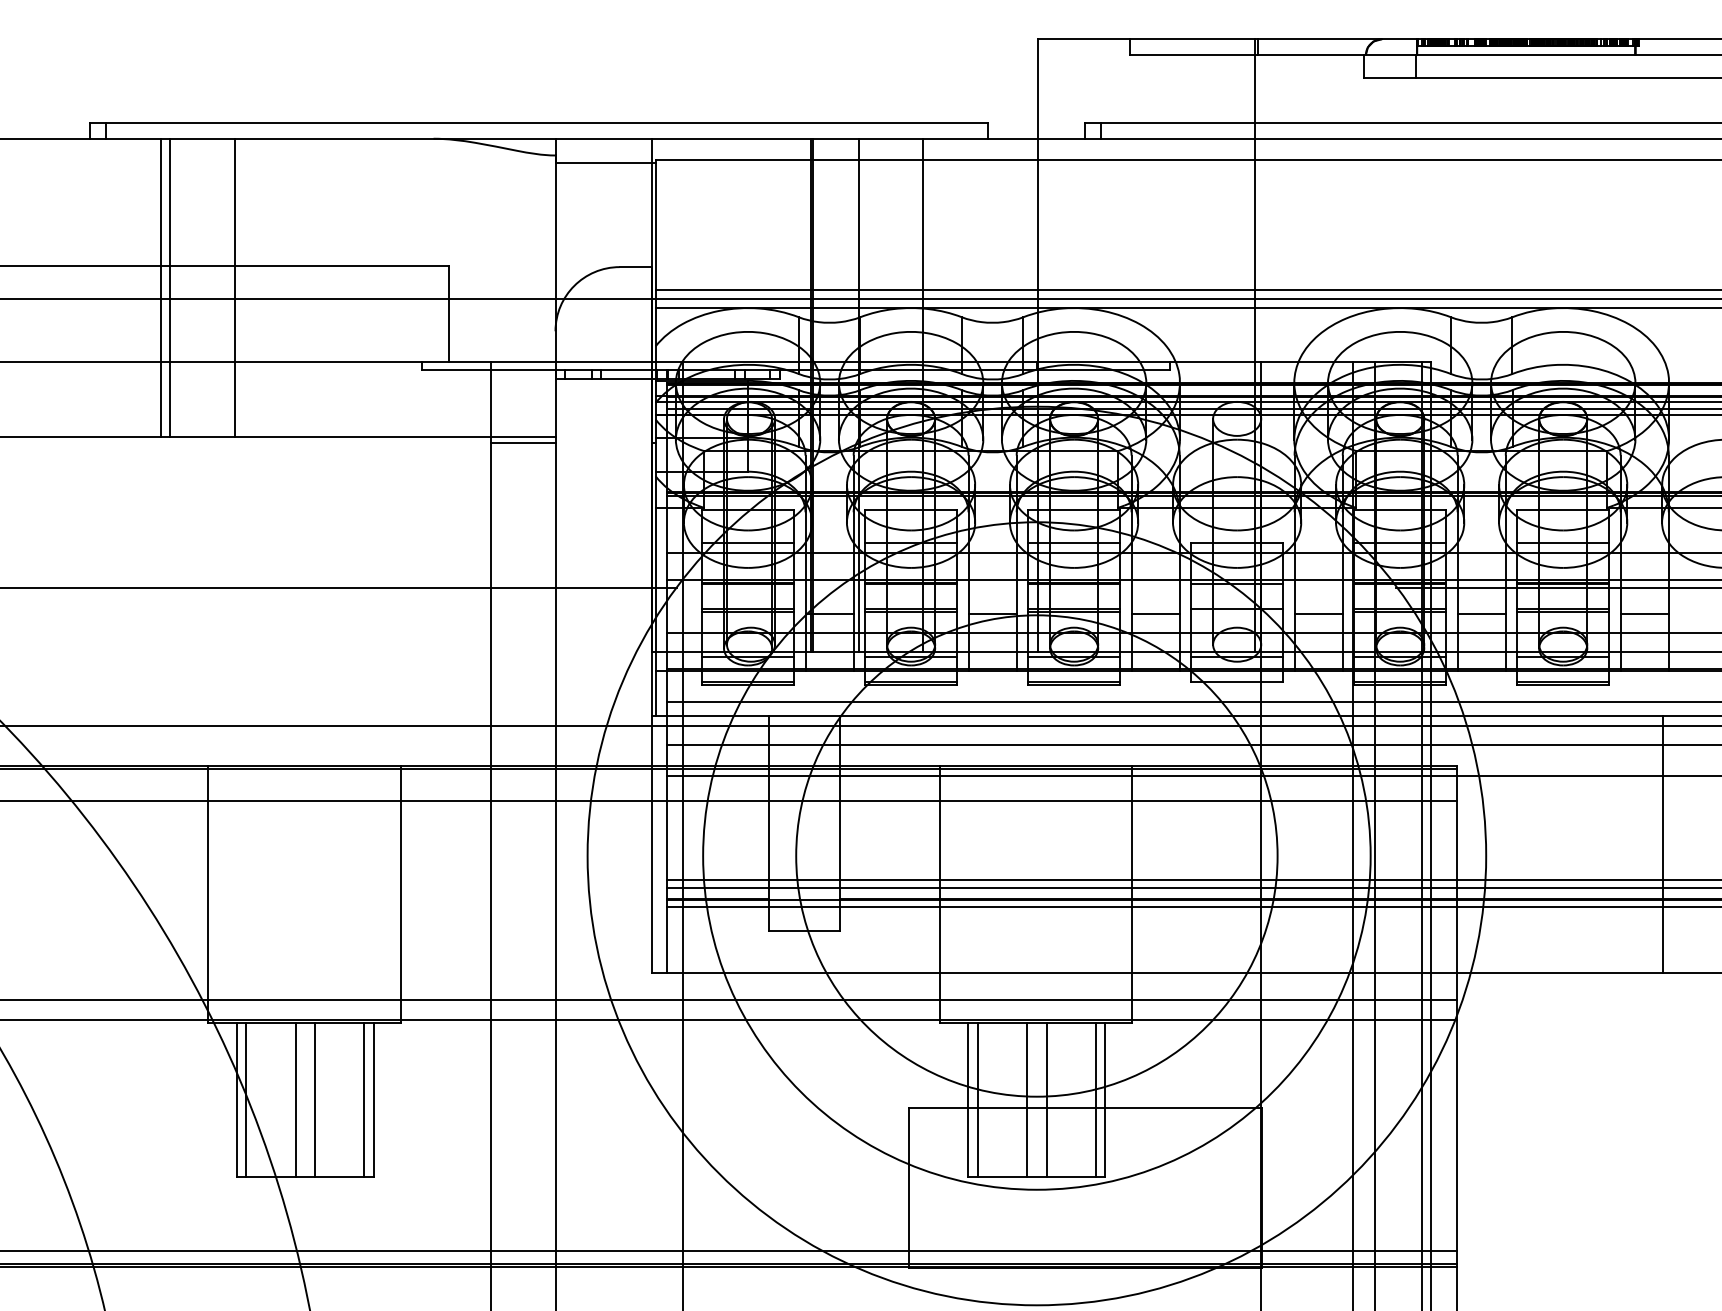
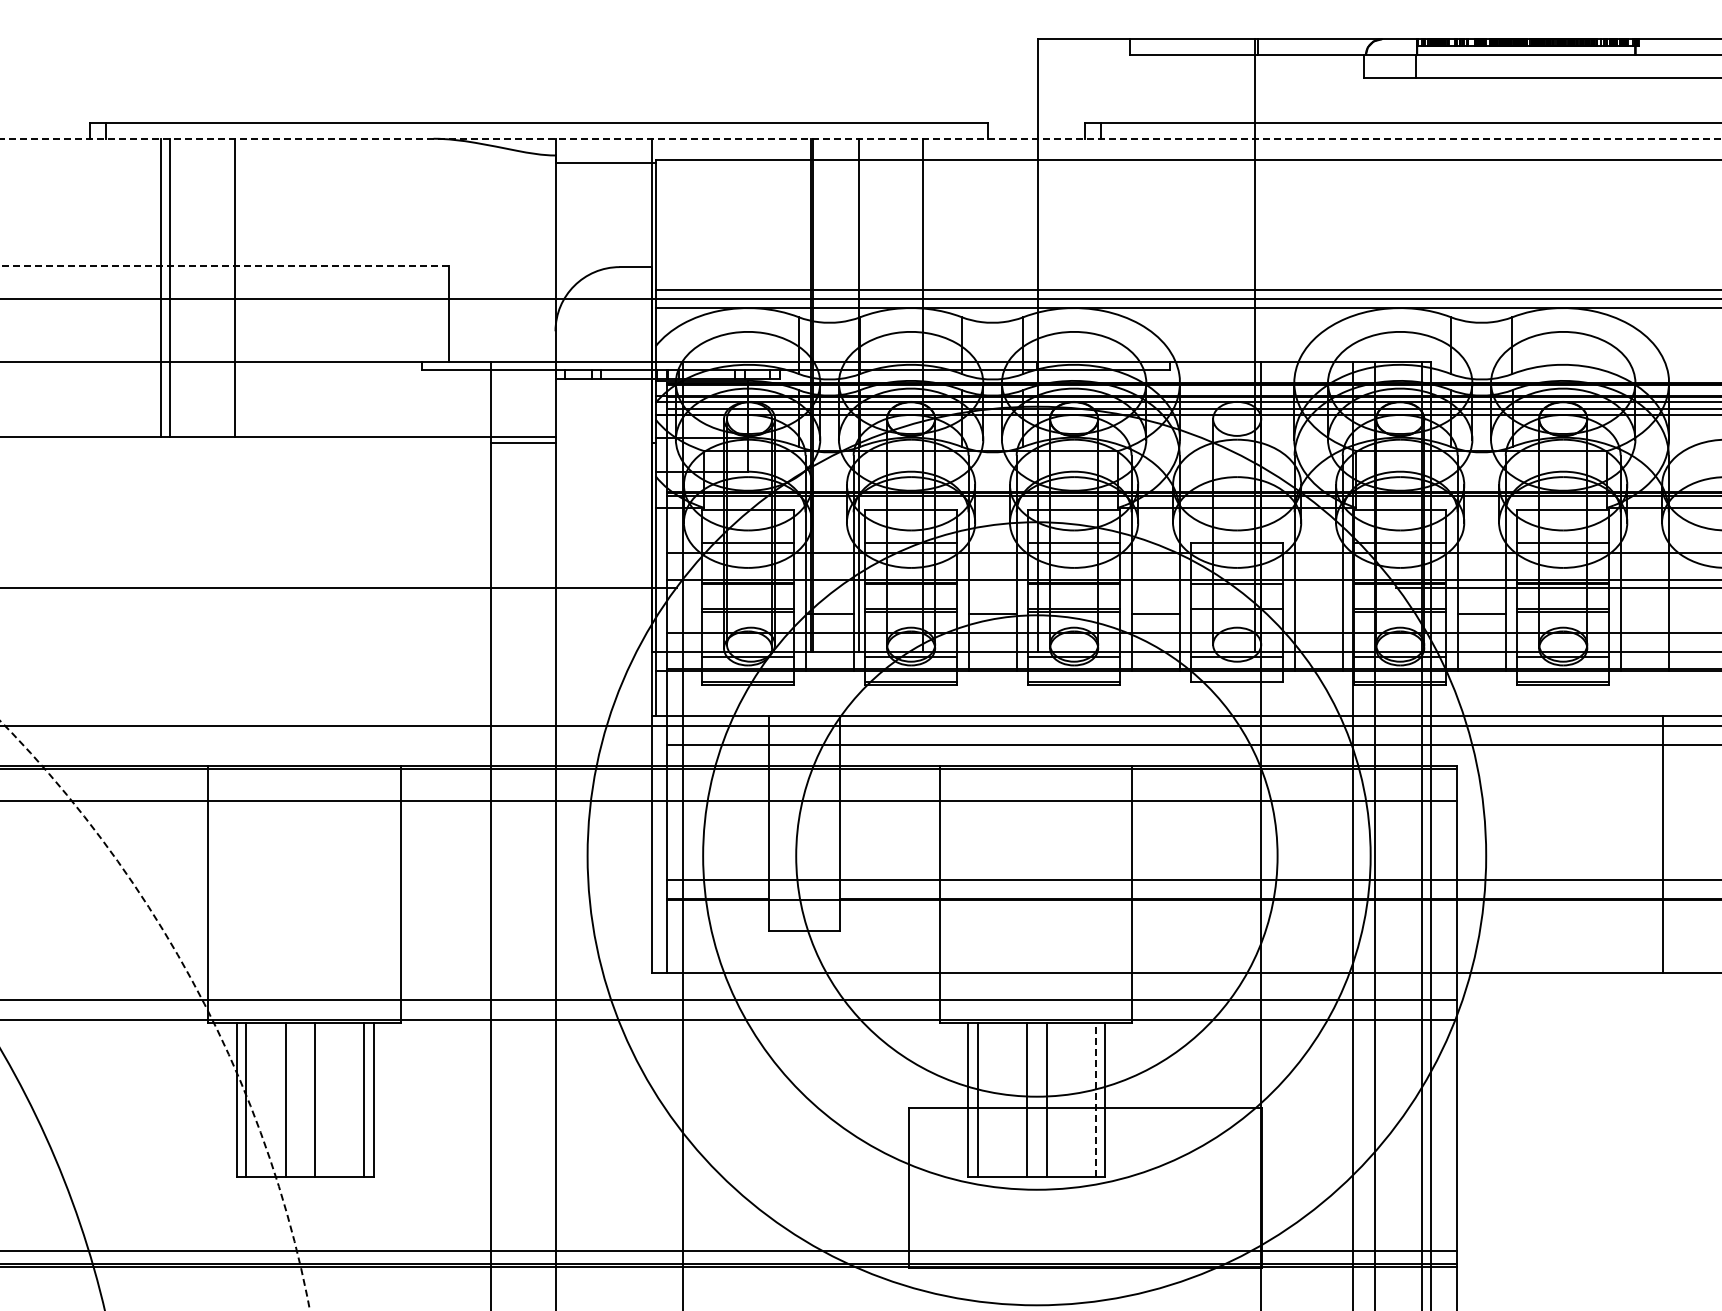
line at (860, 138): solid -> dashed
line at (224, 265): solid -> dashed
line at (1318, 614): present -> none
line at (1644, 614): present -> none
line at (1192, 702): present -> none
line at (1192, 776): present -> none
line at (1192, 887): present -> none
line at (1192, 907): present -> none
circle at (155, 1015): solid -> dashed
line at (295, 1099) position: (295, 1099) -> (285, 1099)
line at (1095, 1099): solid -> dashed
